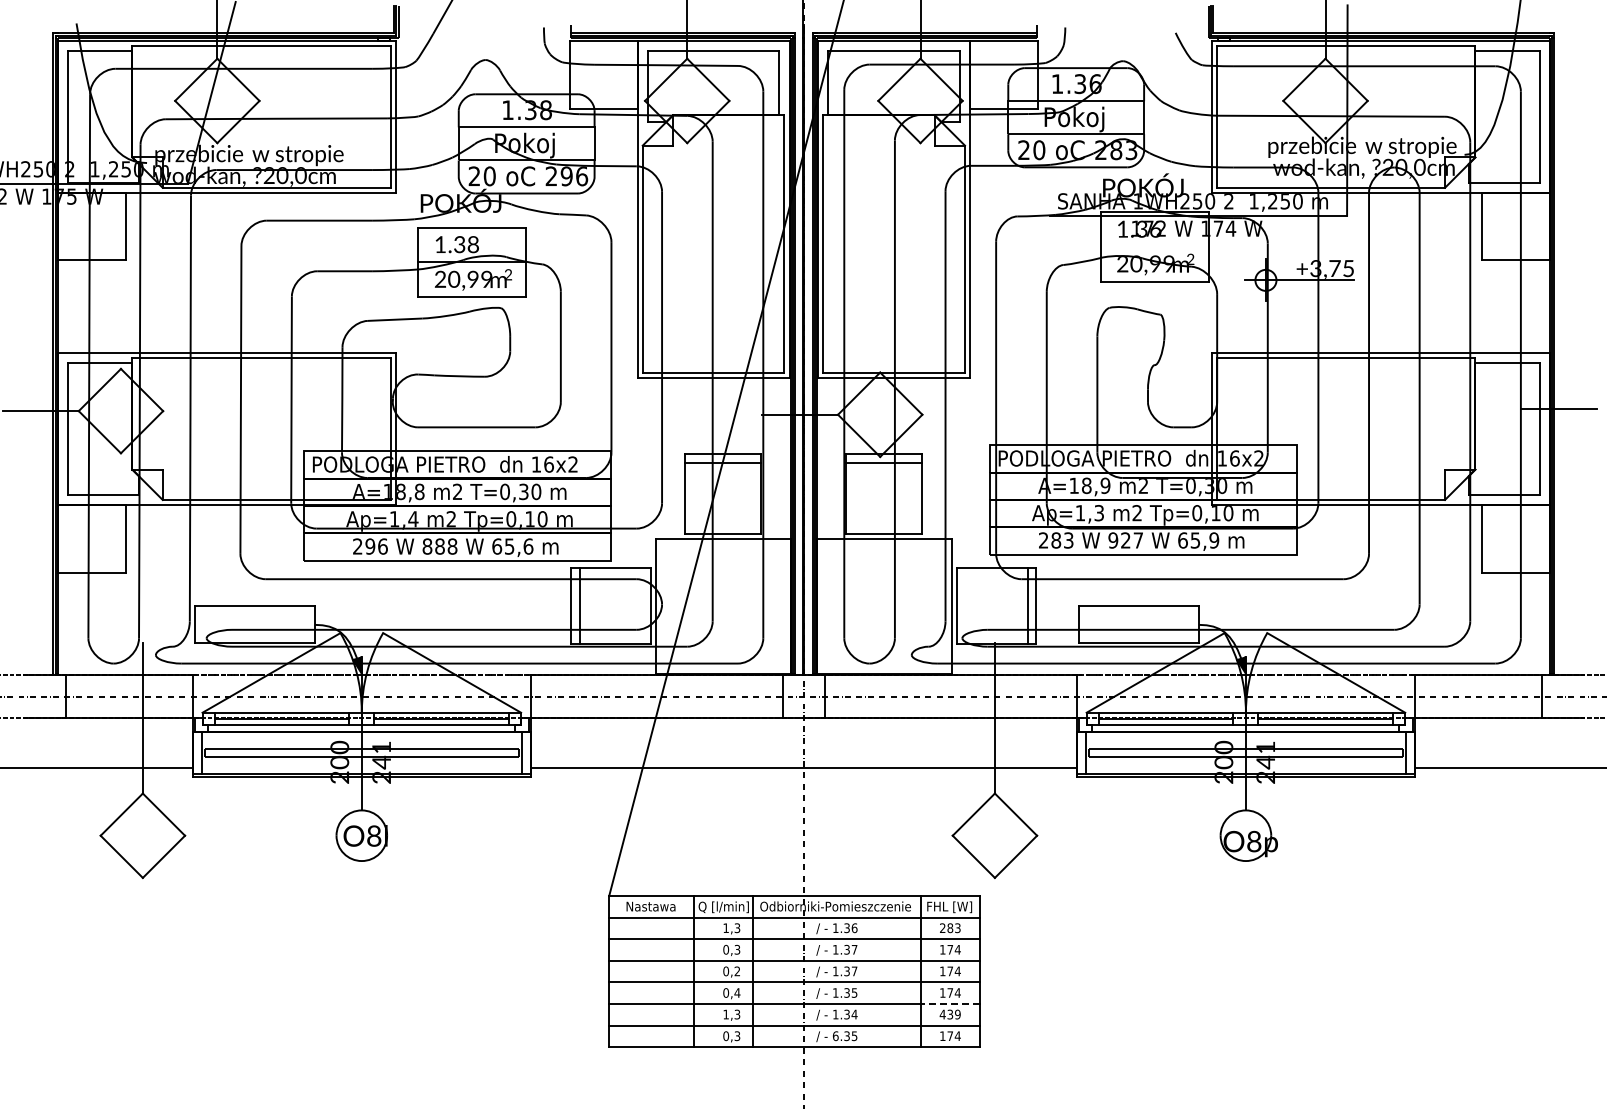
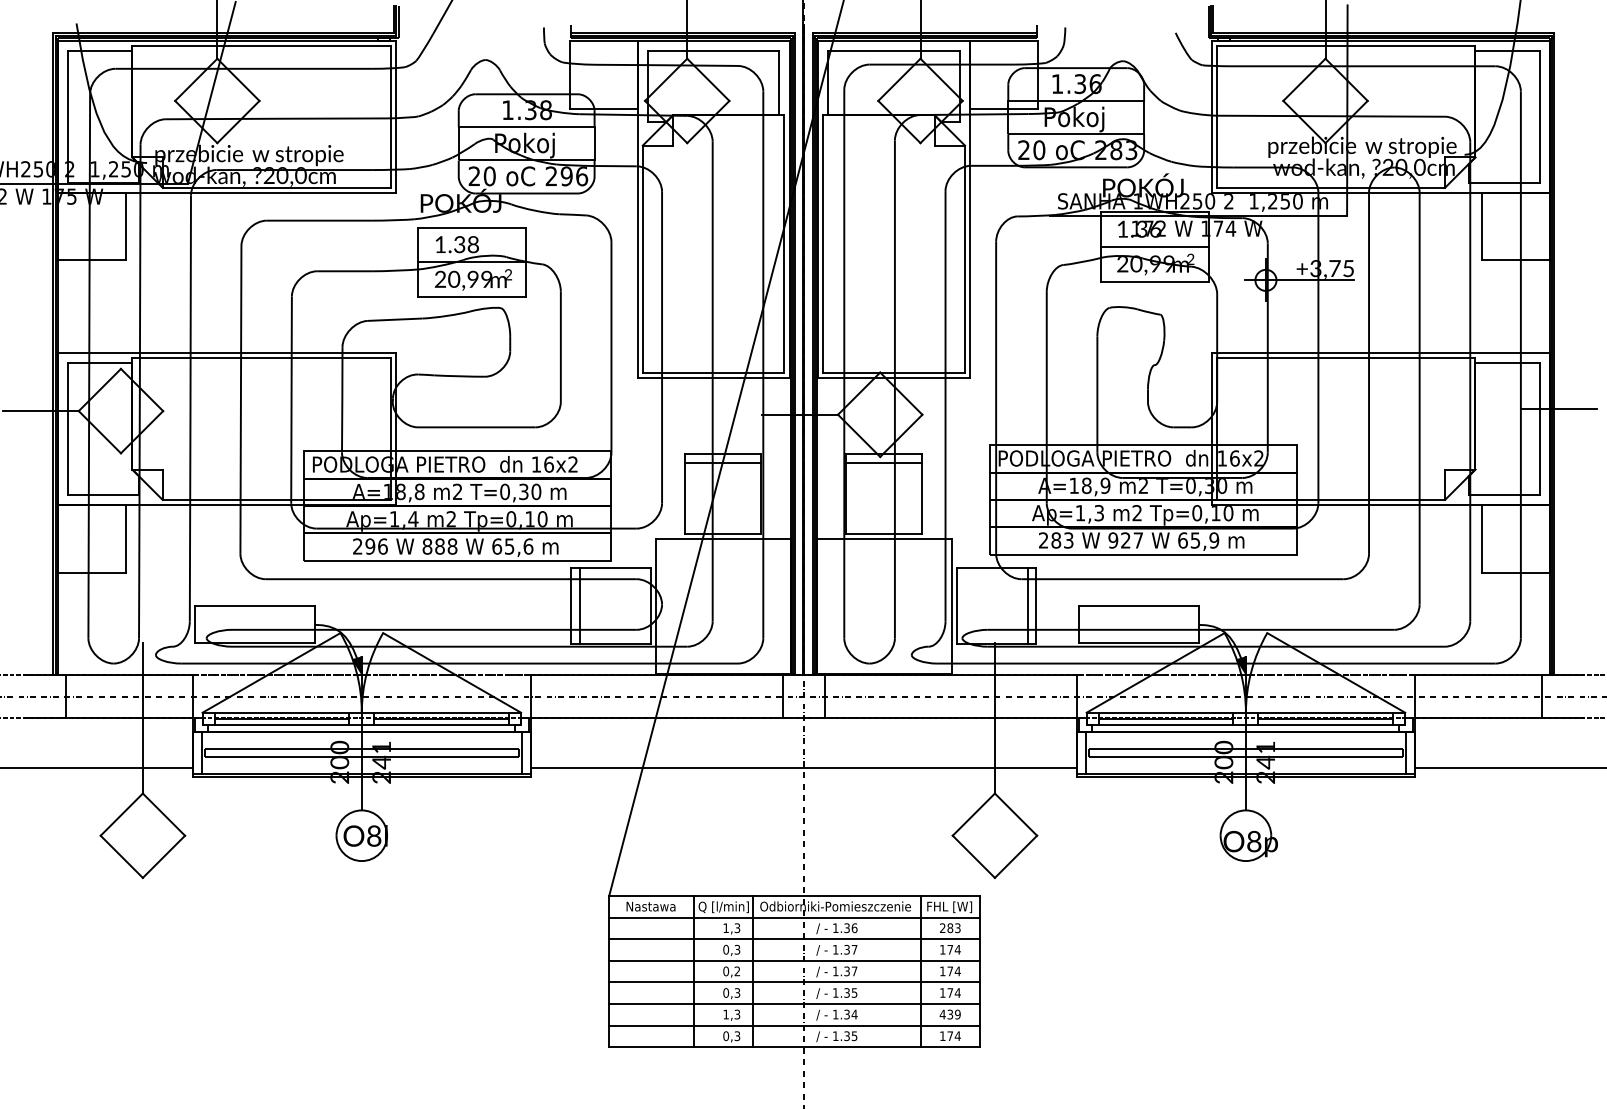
line at (1154, 246): none -> present
text at (736, 992): 0,4 -> 0,3
line at (950, 1004): dashed -> solid
text at (835, 1036): 6.35 -> 1.35
